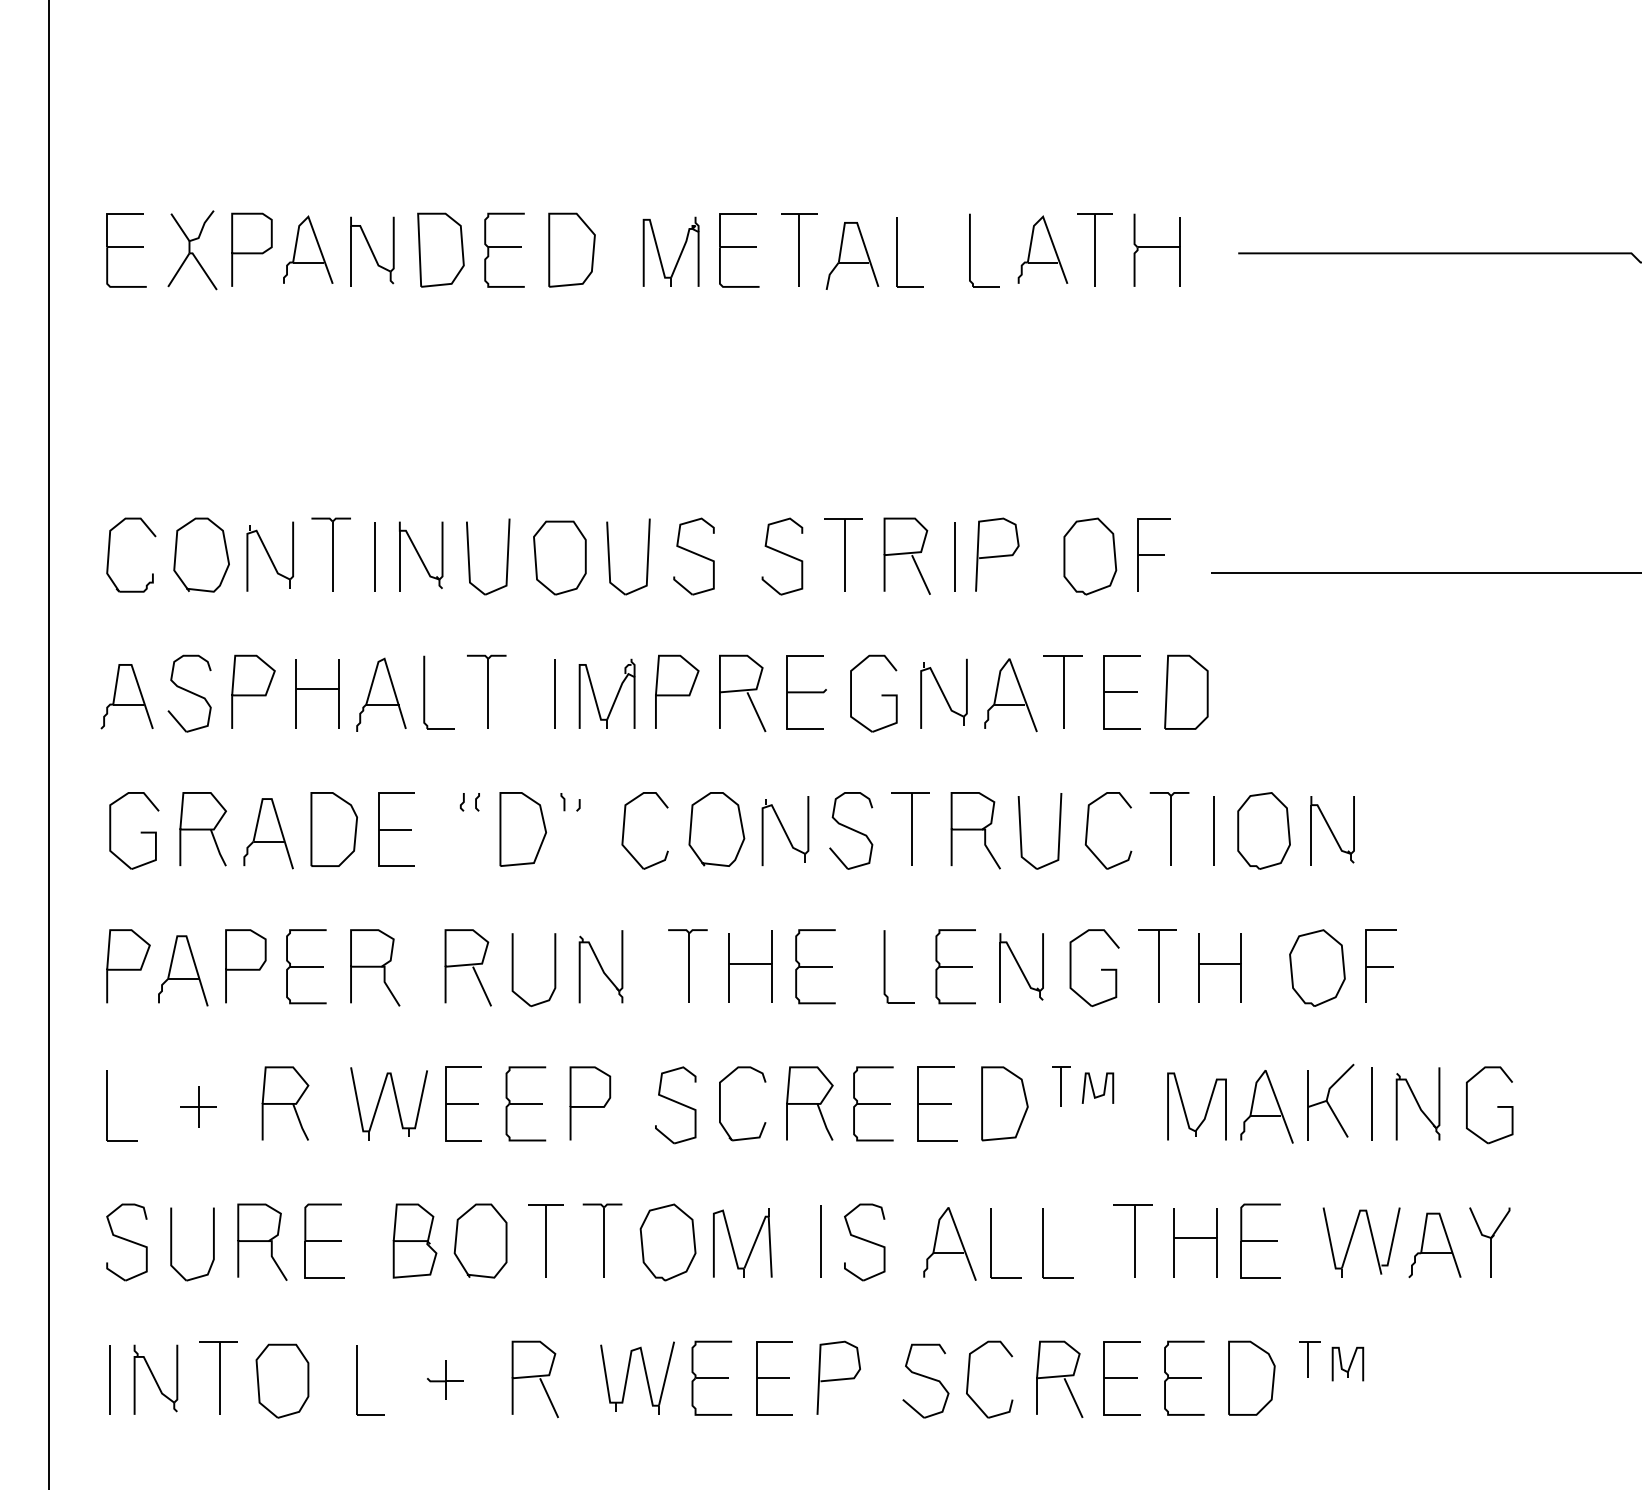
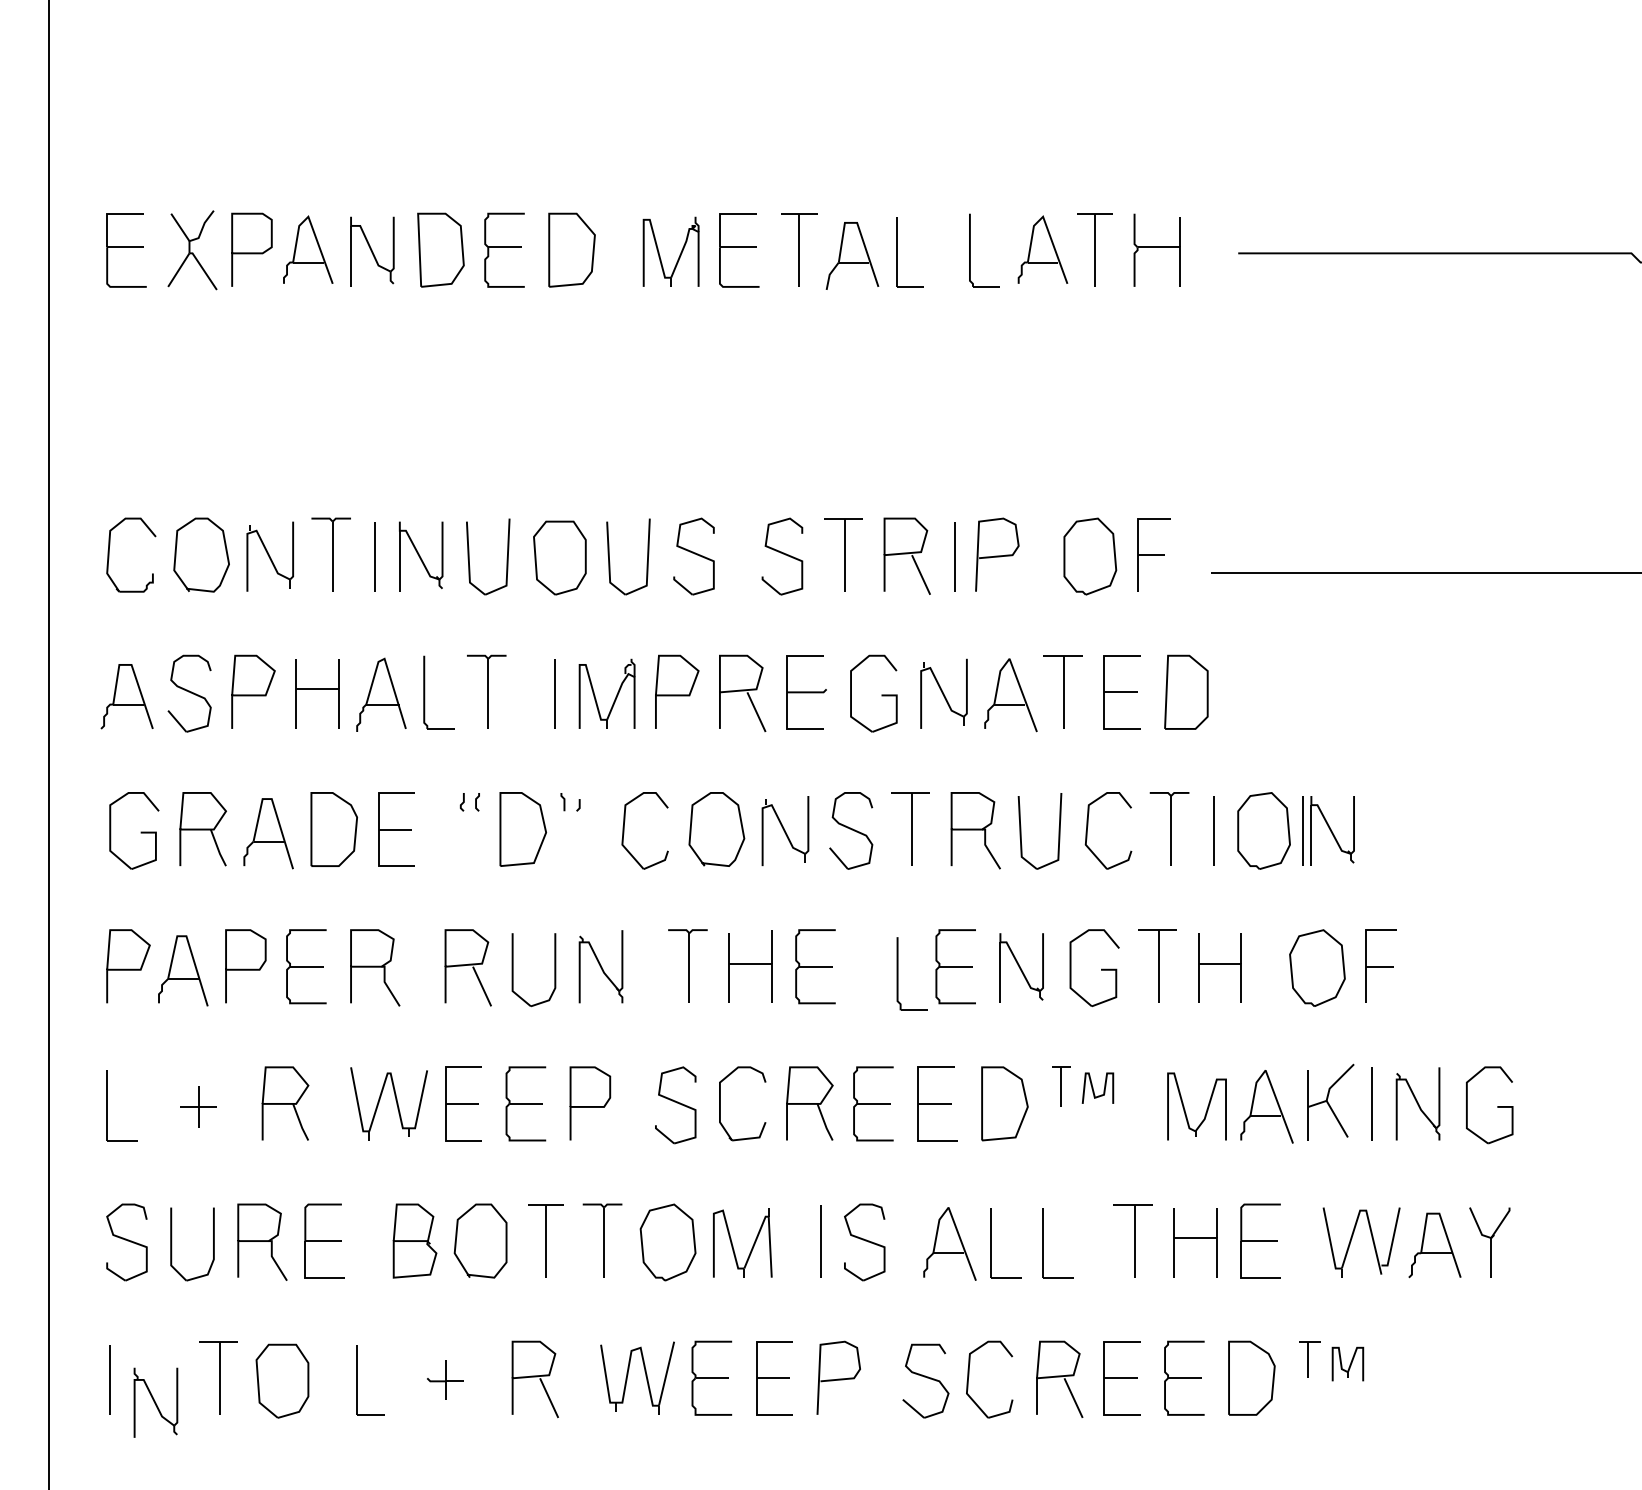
line at (1302, 830): none -> present
part at (885, 966) position: (885, 966) -> (898, 973)
part at (155, 1379) position: (155, 1379) -> (155, 1402)
